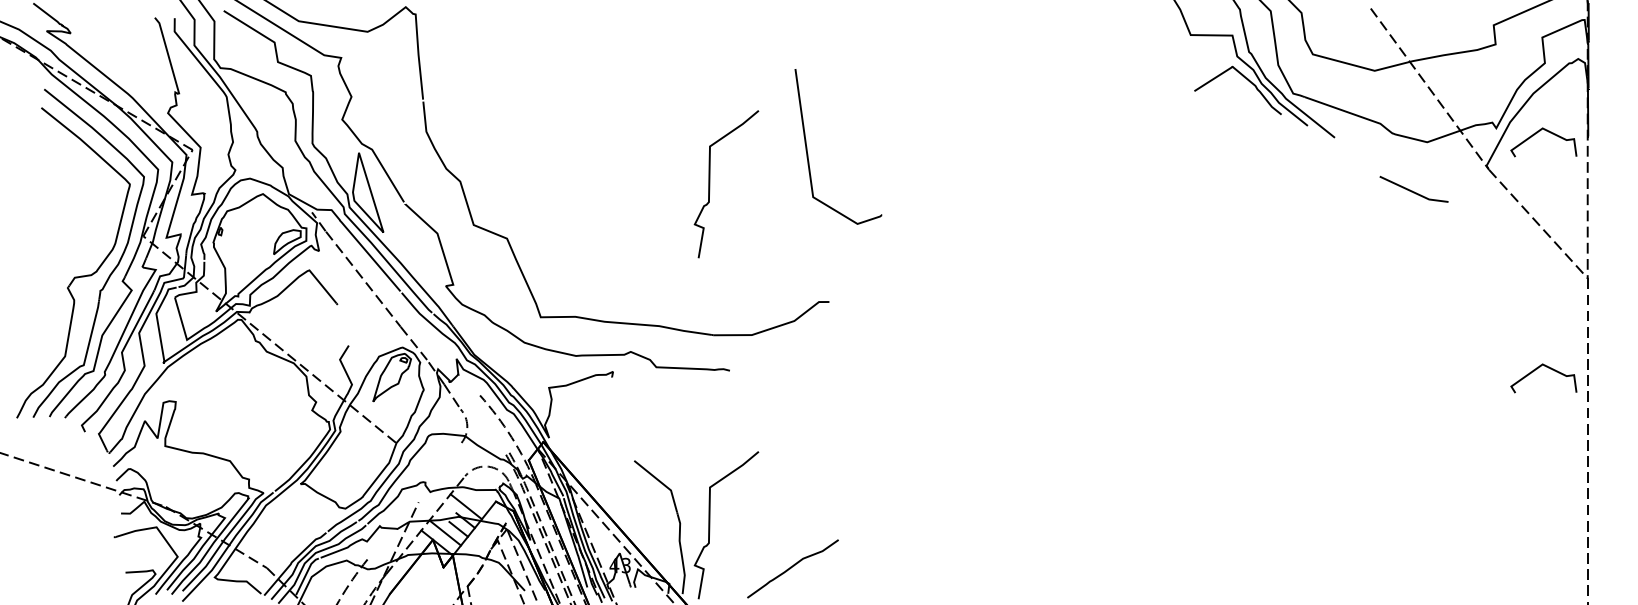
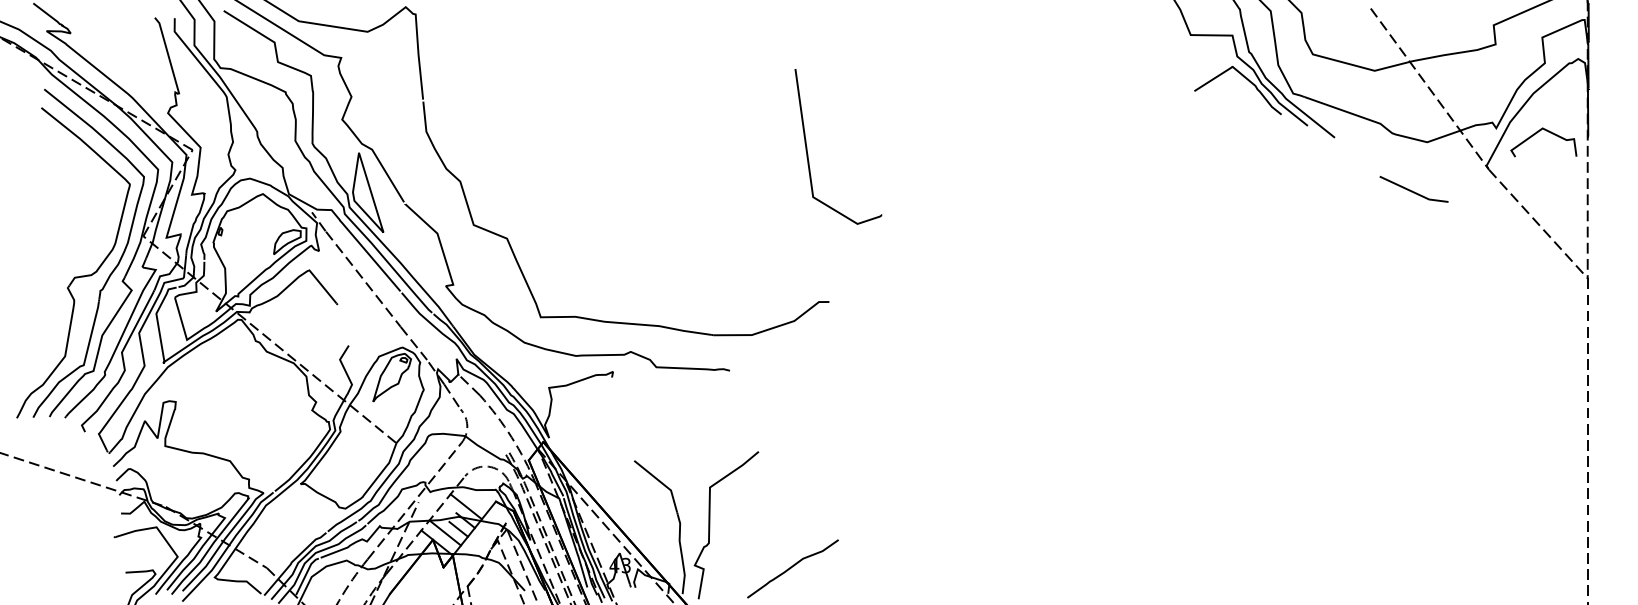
curve at (710, 184): present -> none
curve at (1537, 369): present -> none
line at (469, 384): none -> present
line at (414, 500): none -> present
